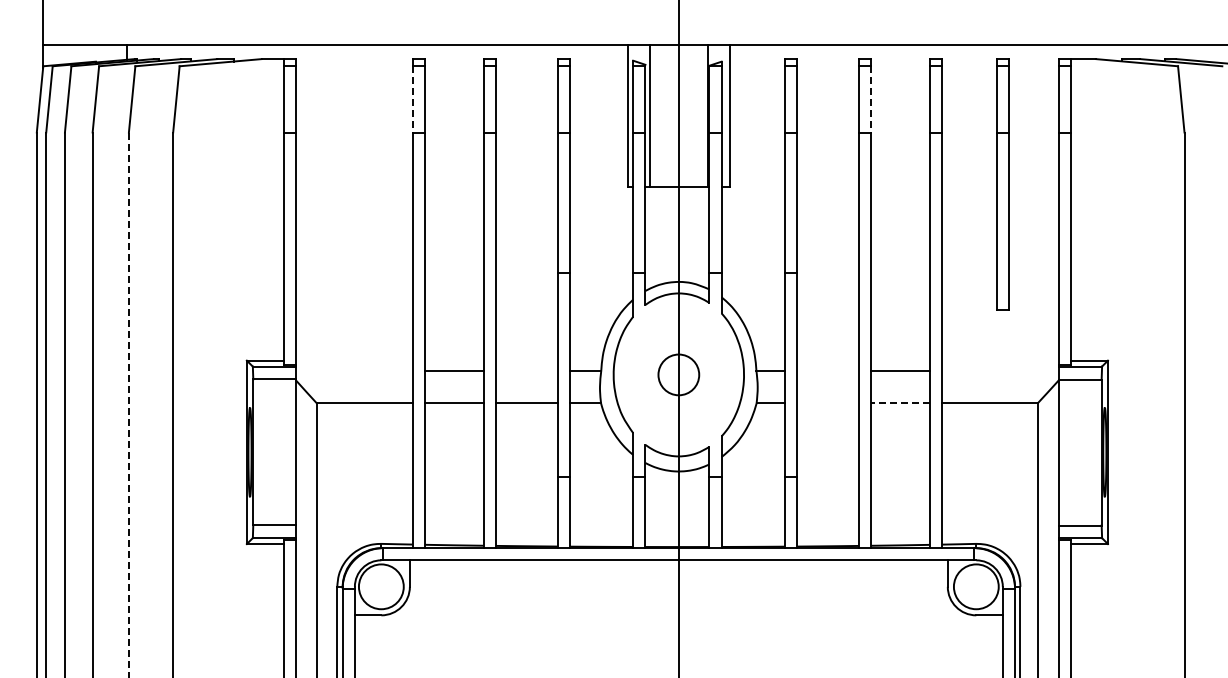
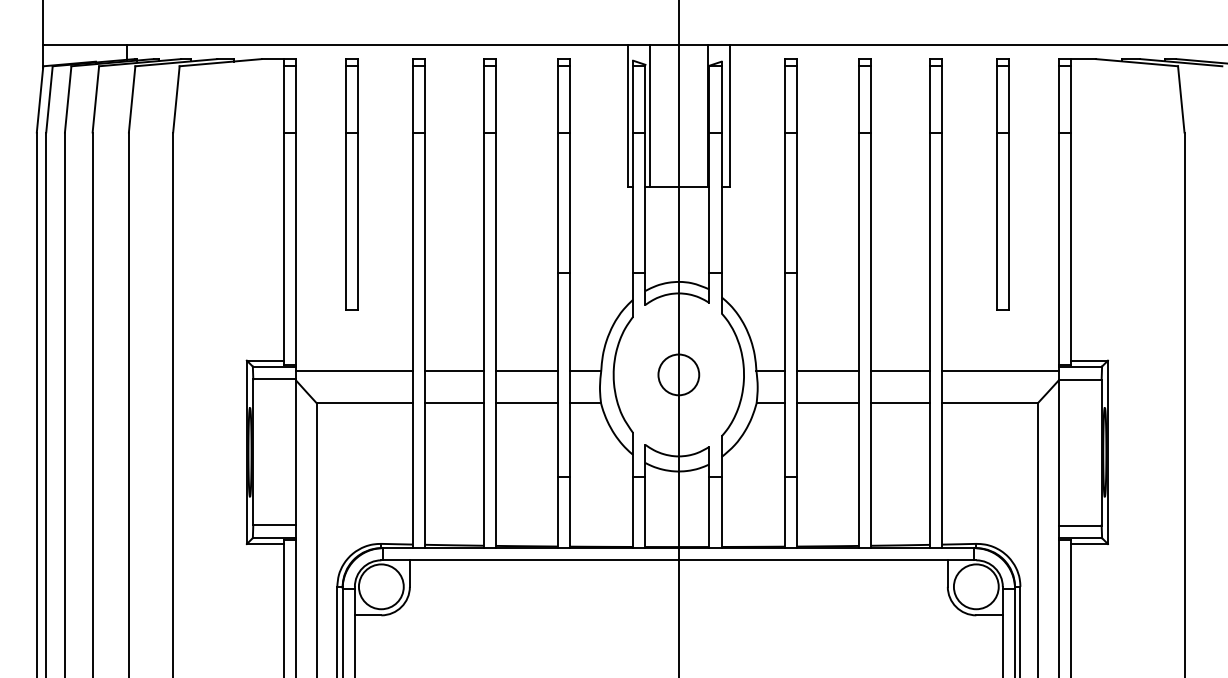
line at (412, 99): dashed -> solid
line at (871, 99): dashed -> solid
part at (351, 184): none -> present
line at (353, 370): none -> present
line at (526, 370): none -> present
line at (827, 370): none -> present
line at (1000, 370): none -> present
line at (827, 403): none -> present
line at (900, 403): dashed -> solid
line at (128, 404): dashed -> solid
